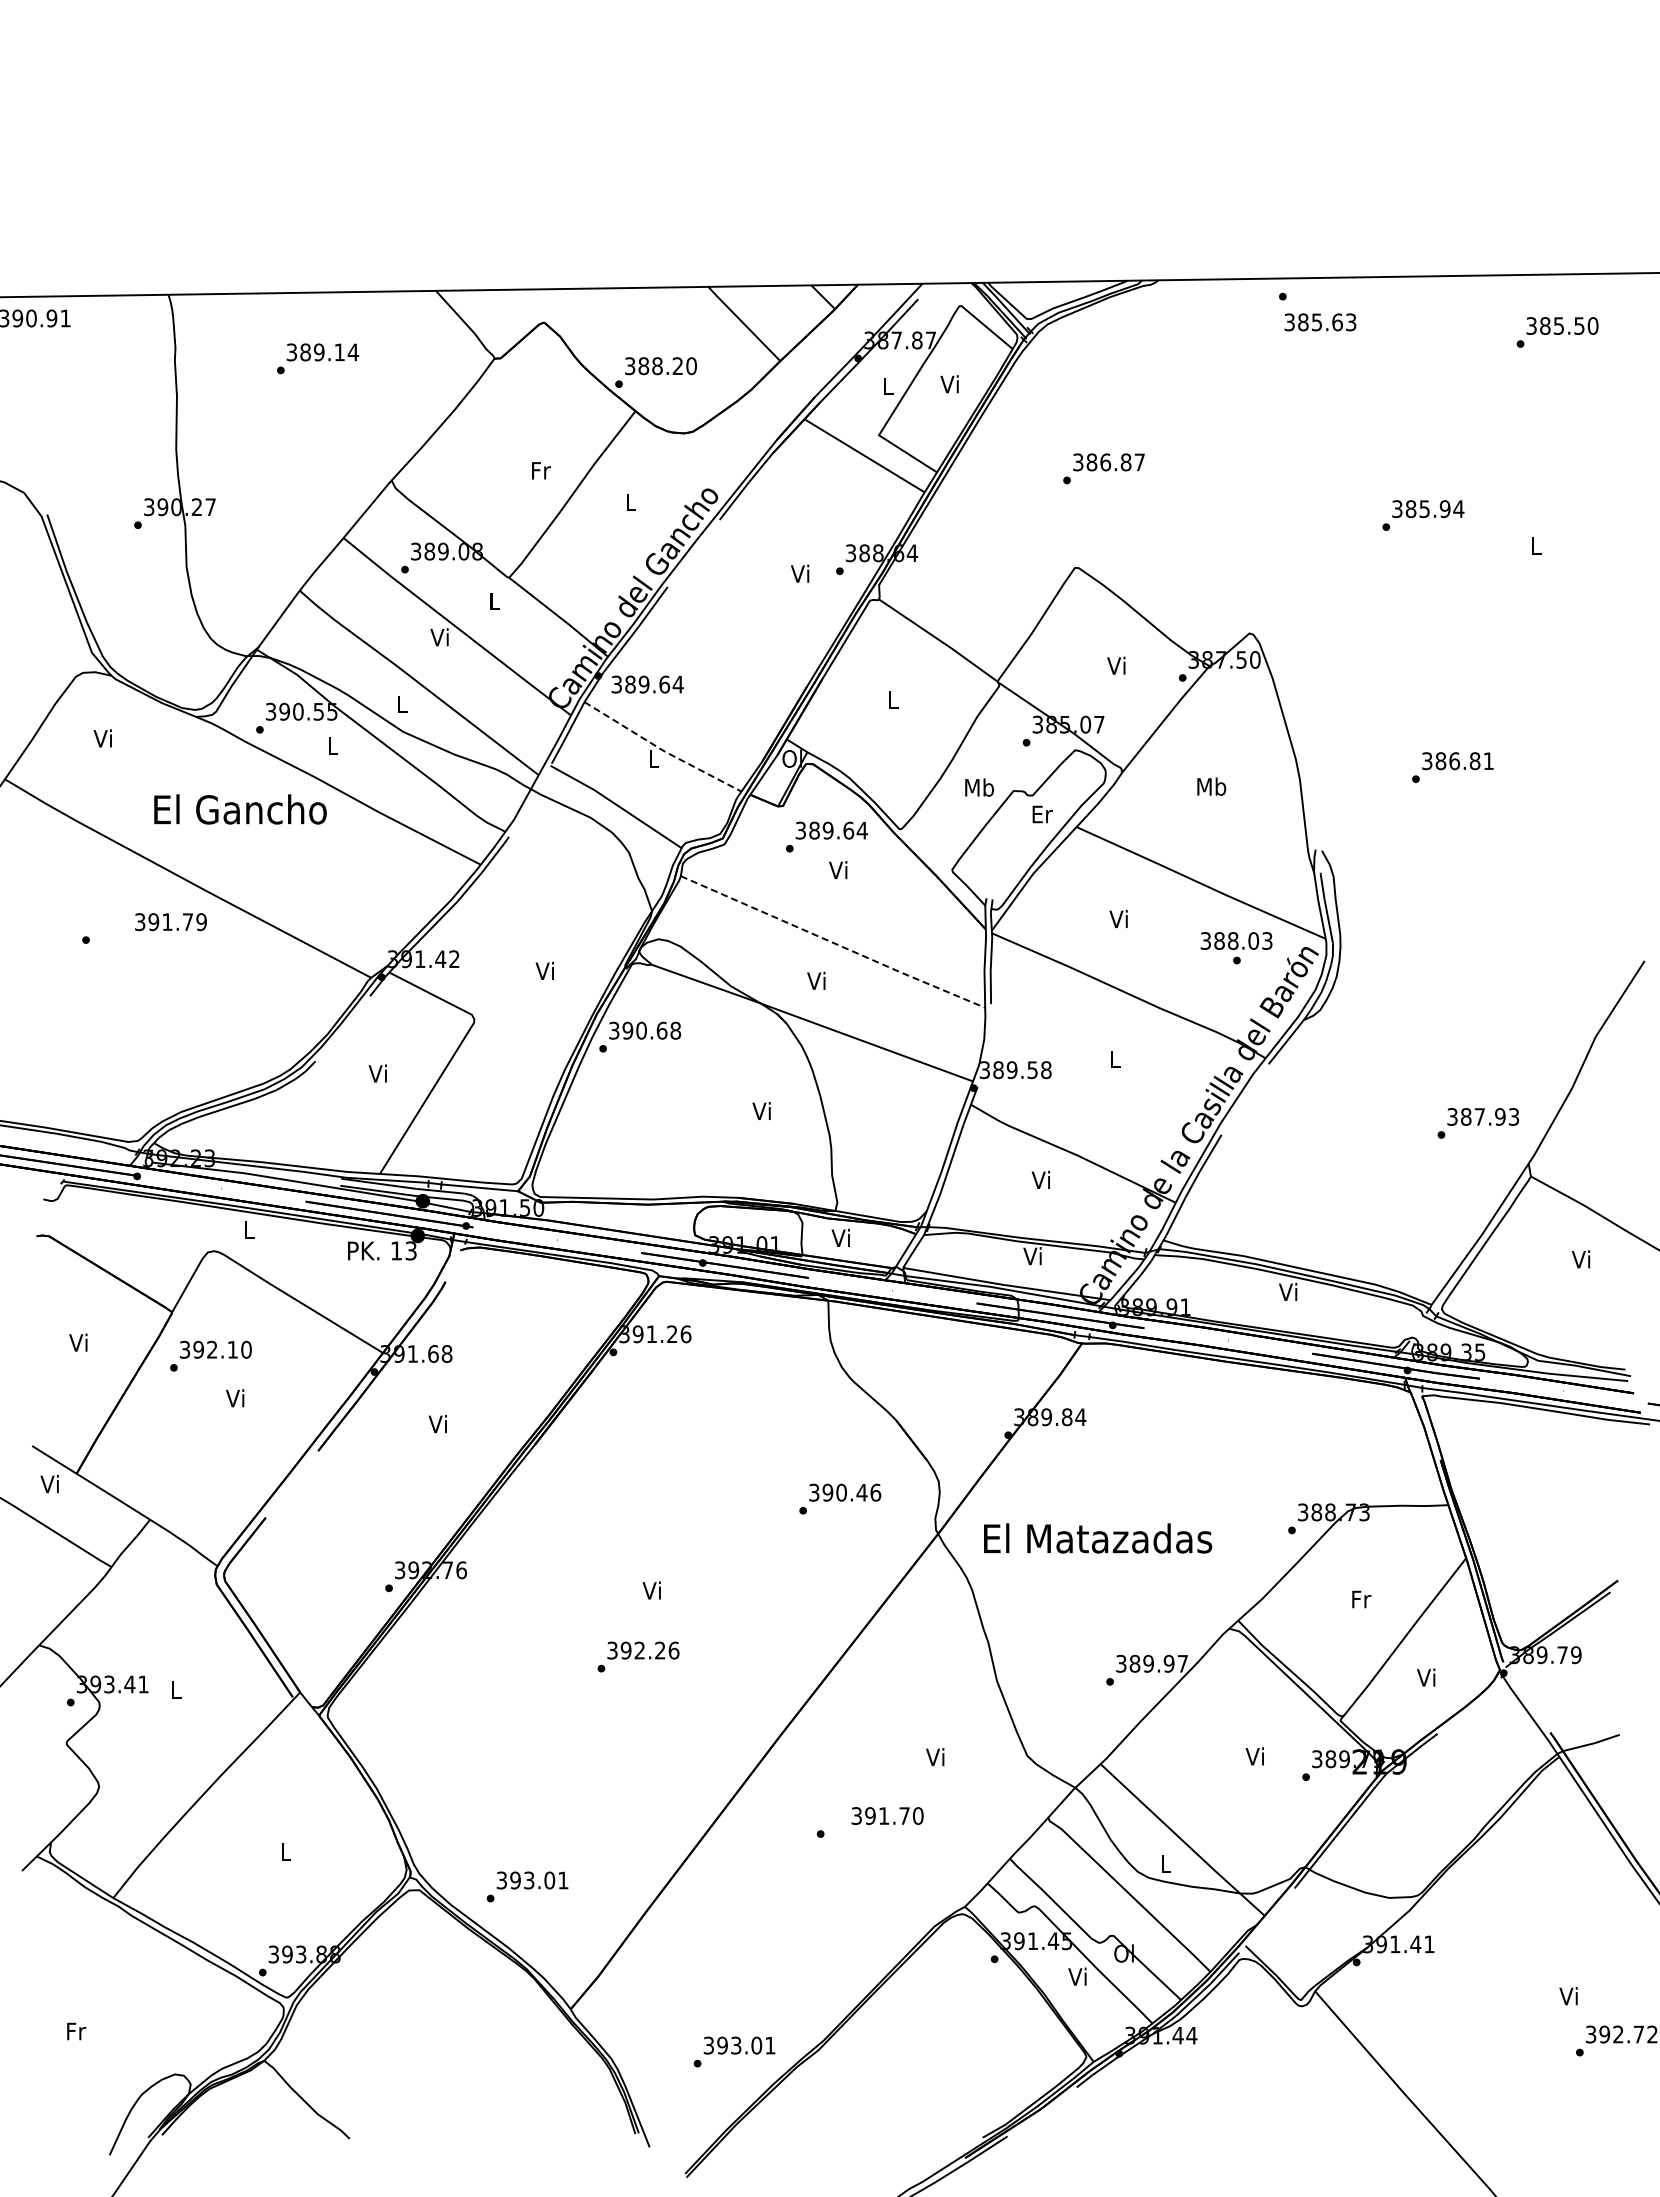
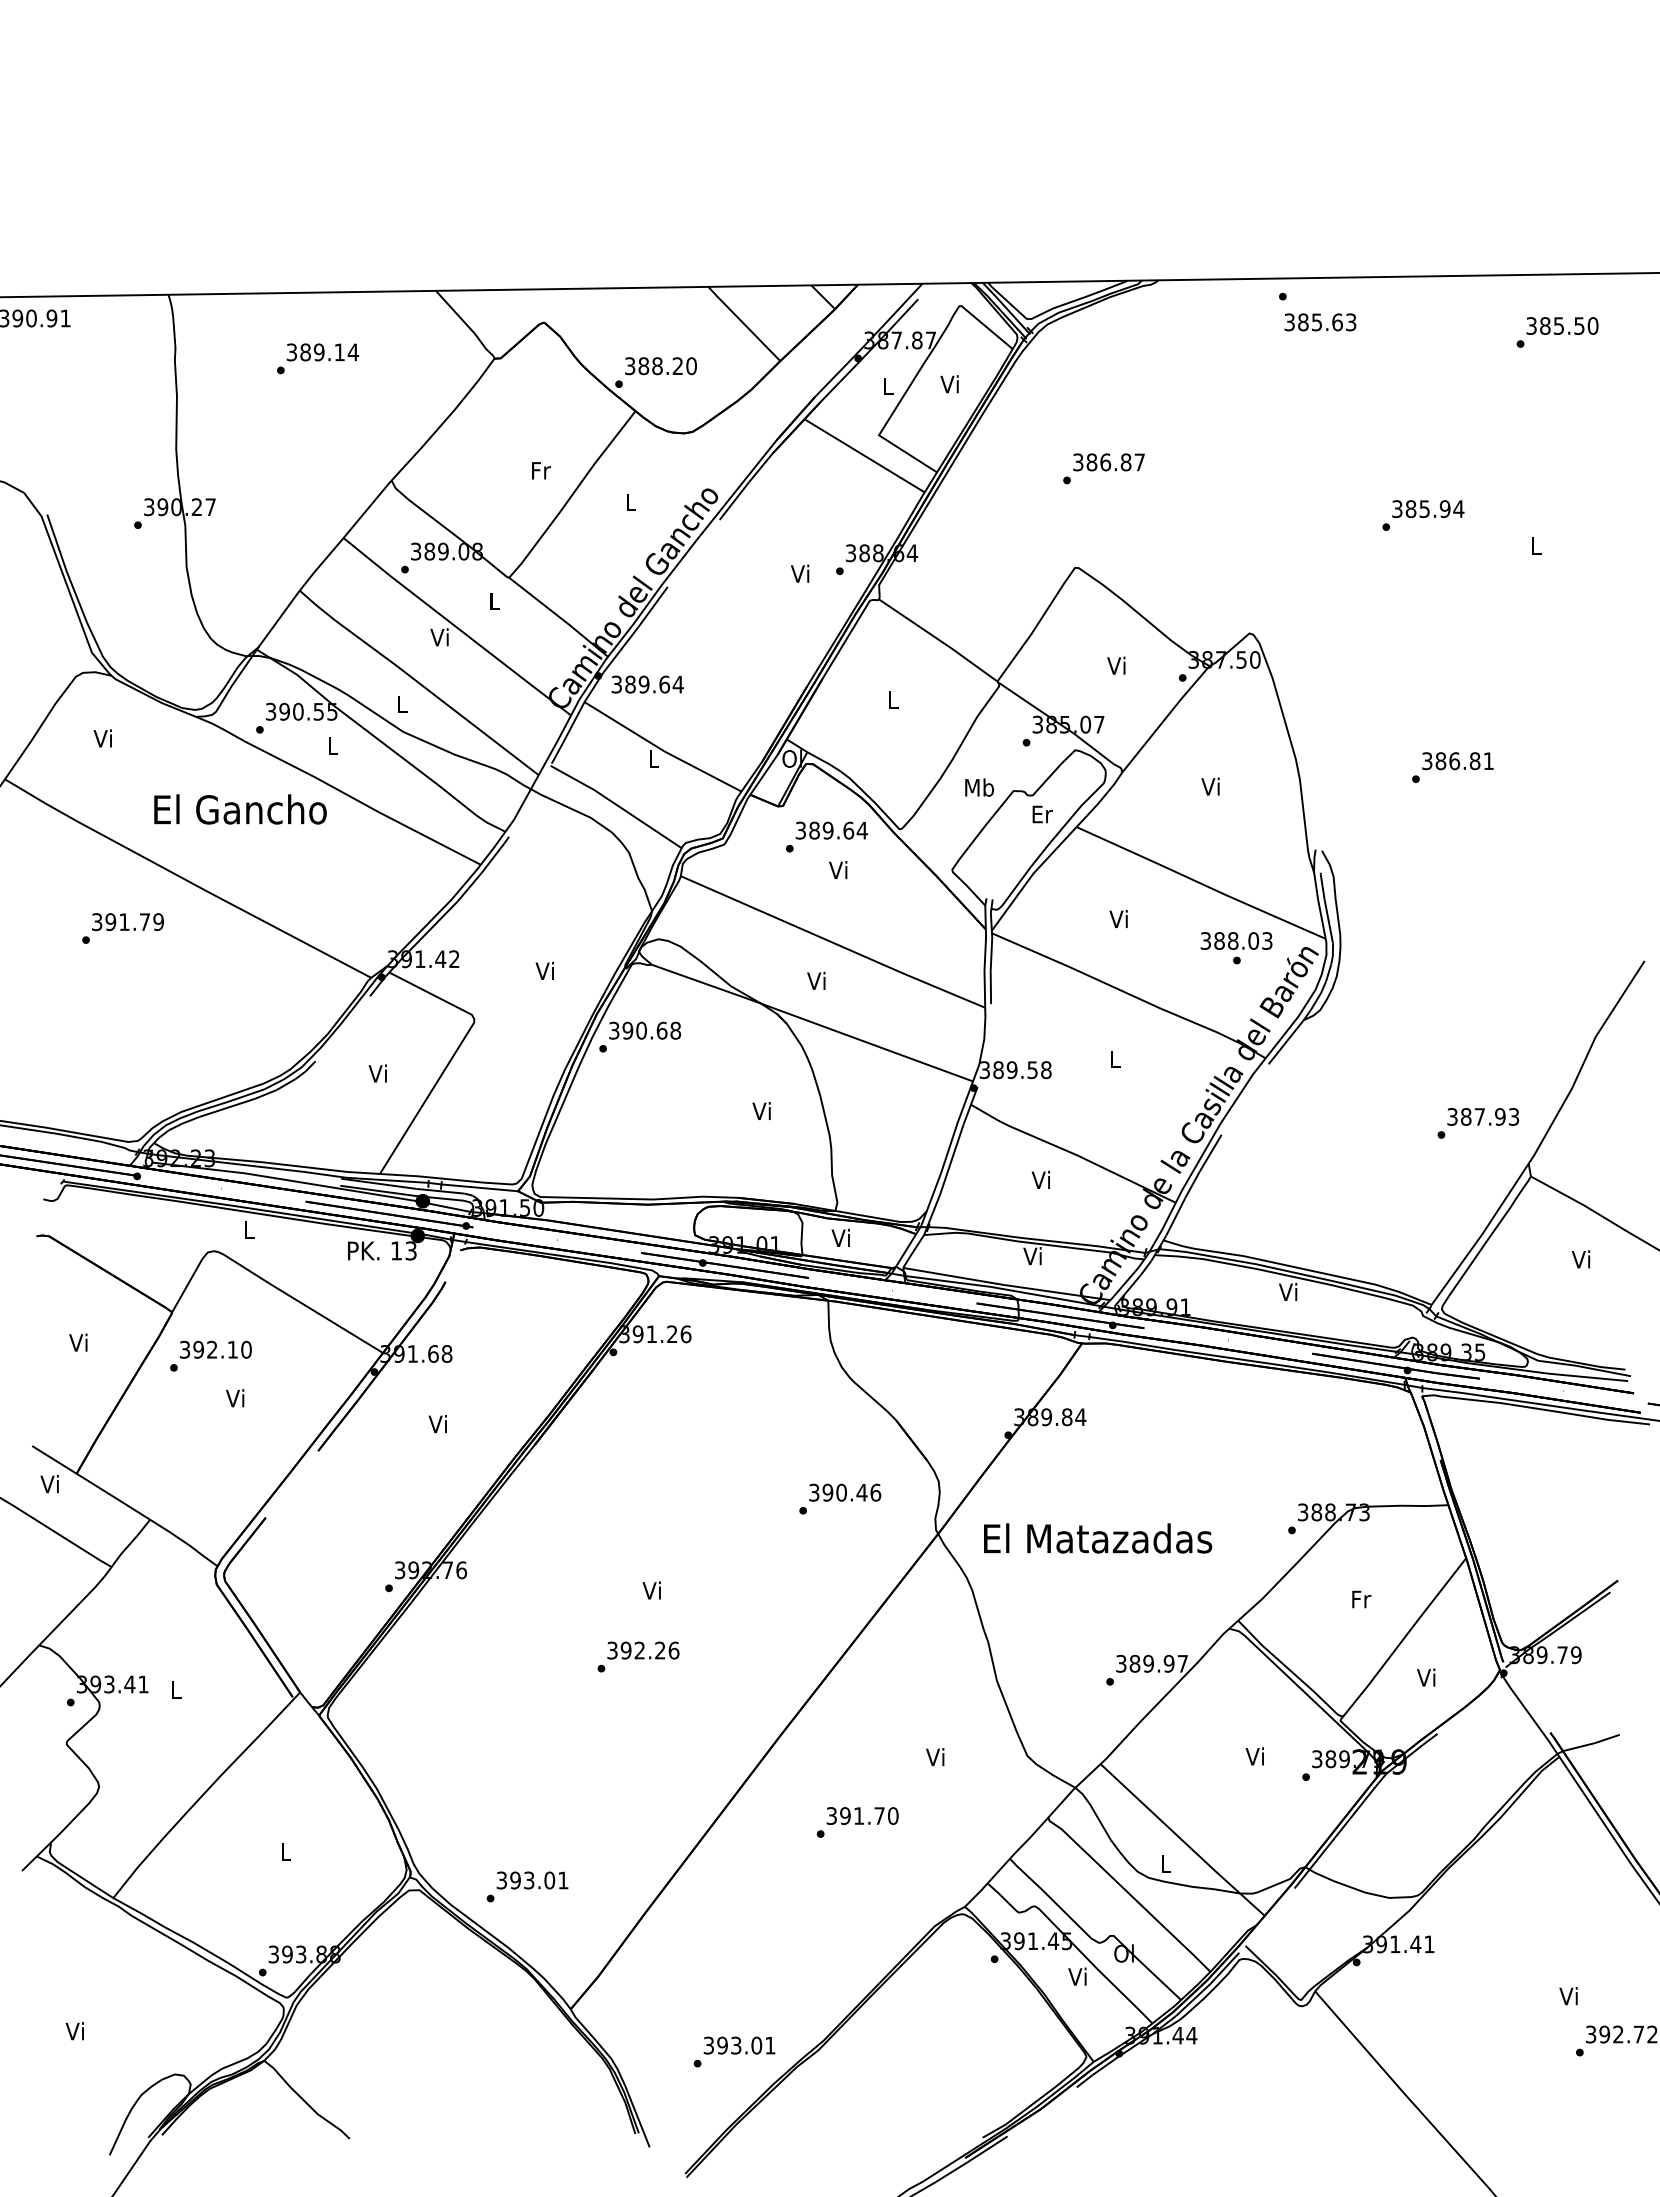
line at (662, 750): dashed -> solid
text at (1211, 786): Mb -> Vi
text at (170, 922) position: (170, 922) -> (127, 922)
line at (833, 943): dashed -> solid
text at (887, 1815) position: (887, 1815) -> (862, 1815)
text at (75, 2031): Fr -> Vi
